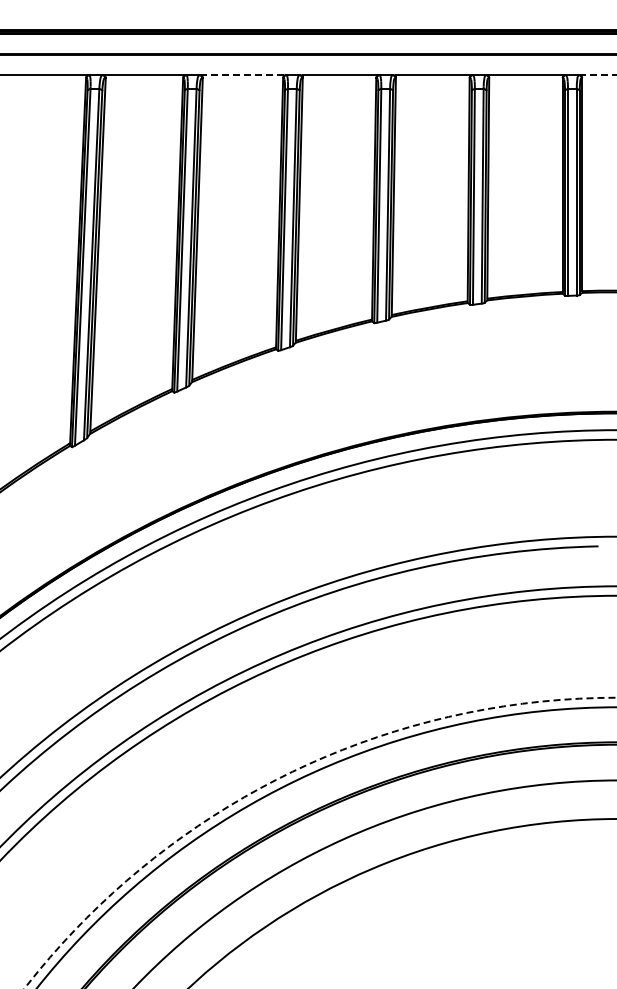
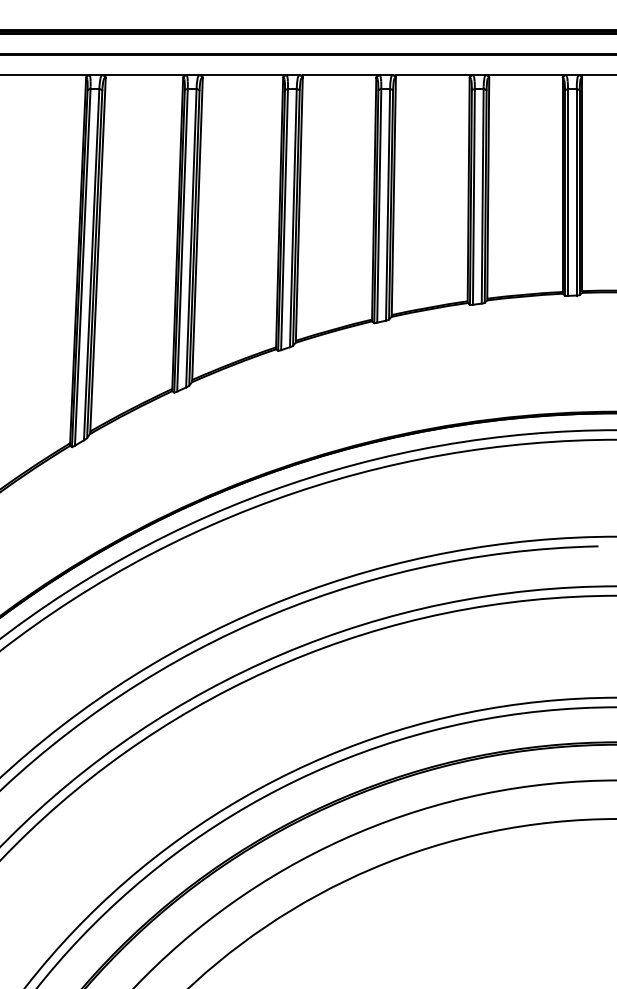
line at (243, 75): dashed -> solid
line at (598, 75): dashed -> solid
circle at (320, 842): dashed -> solid
